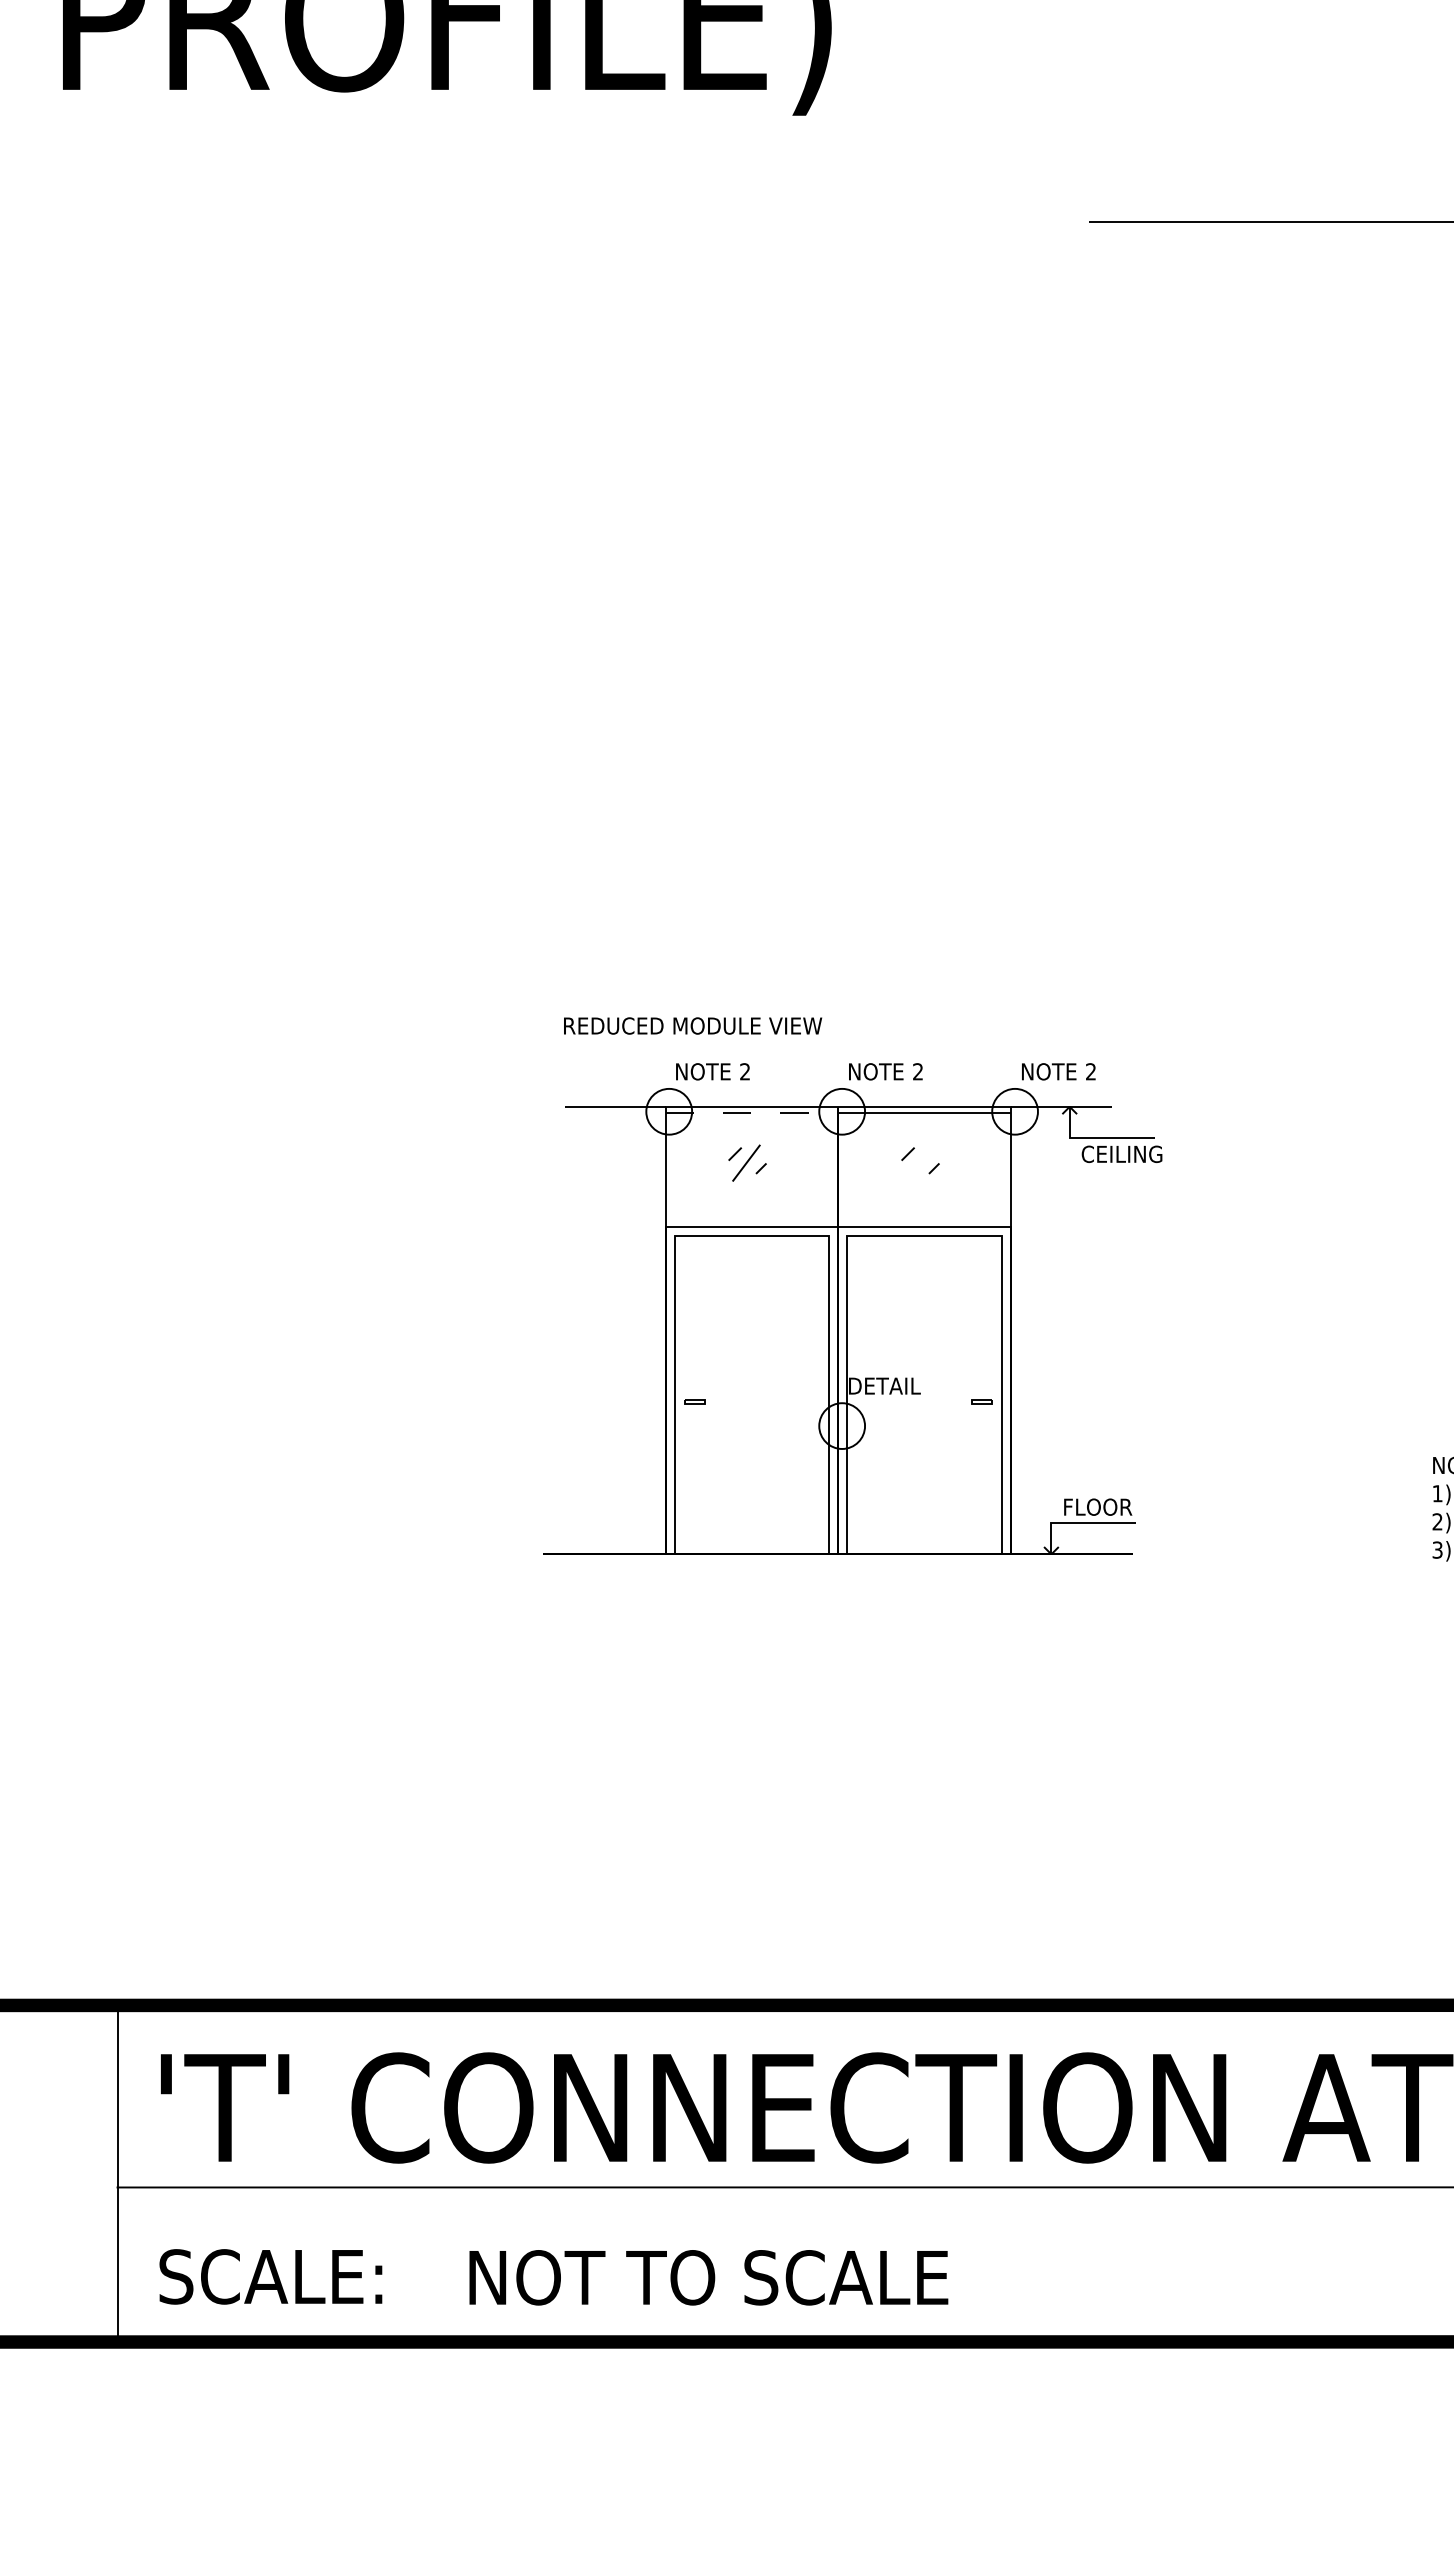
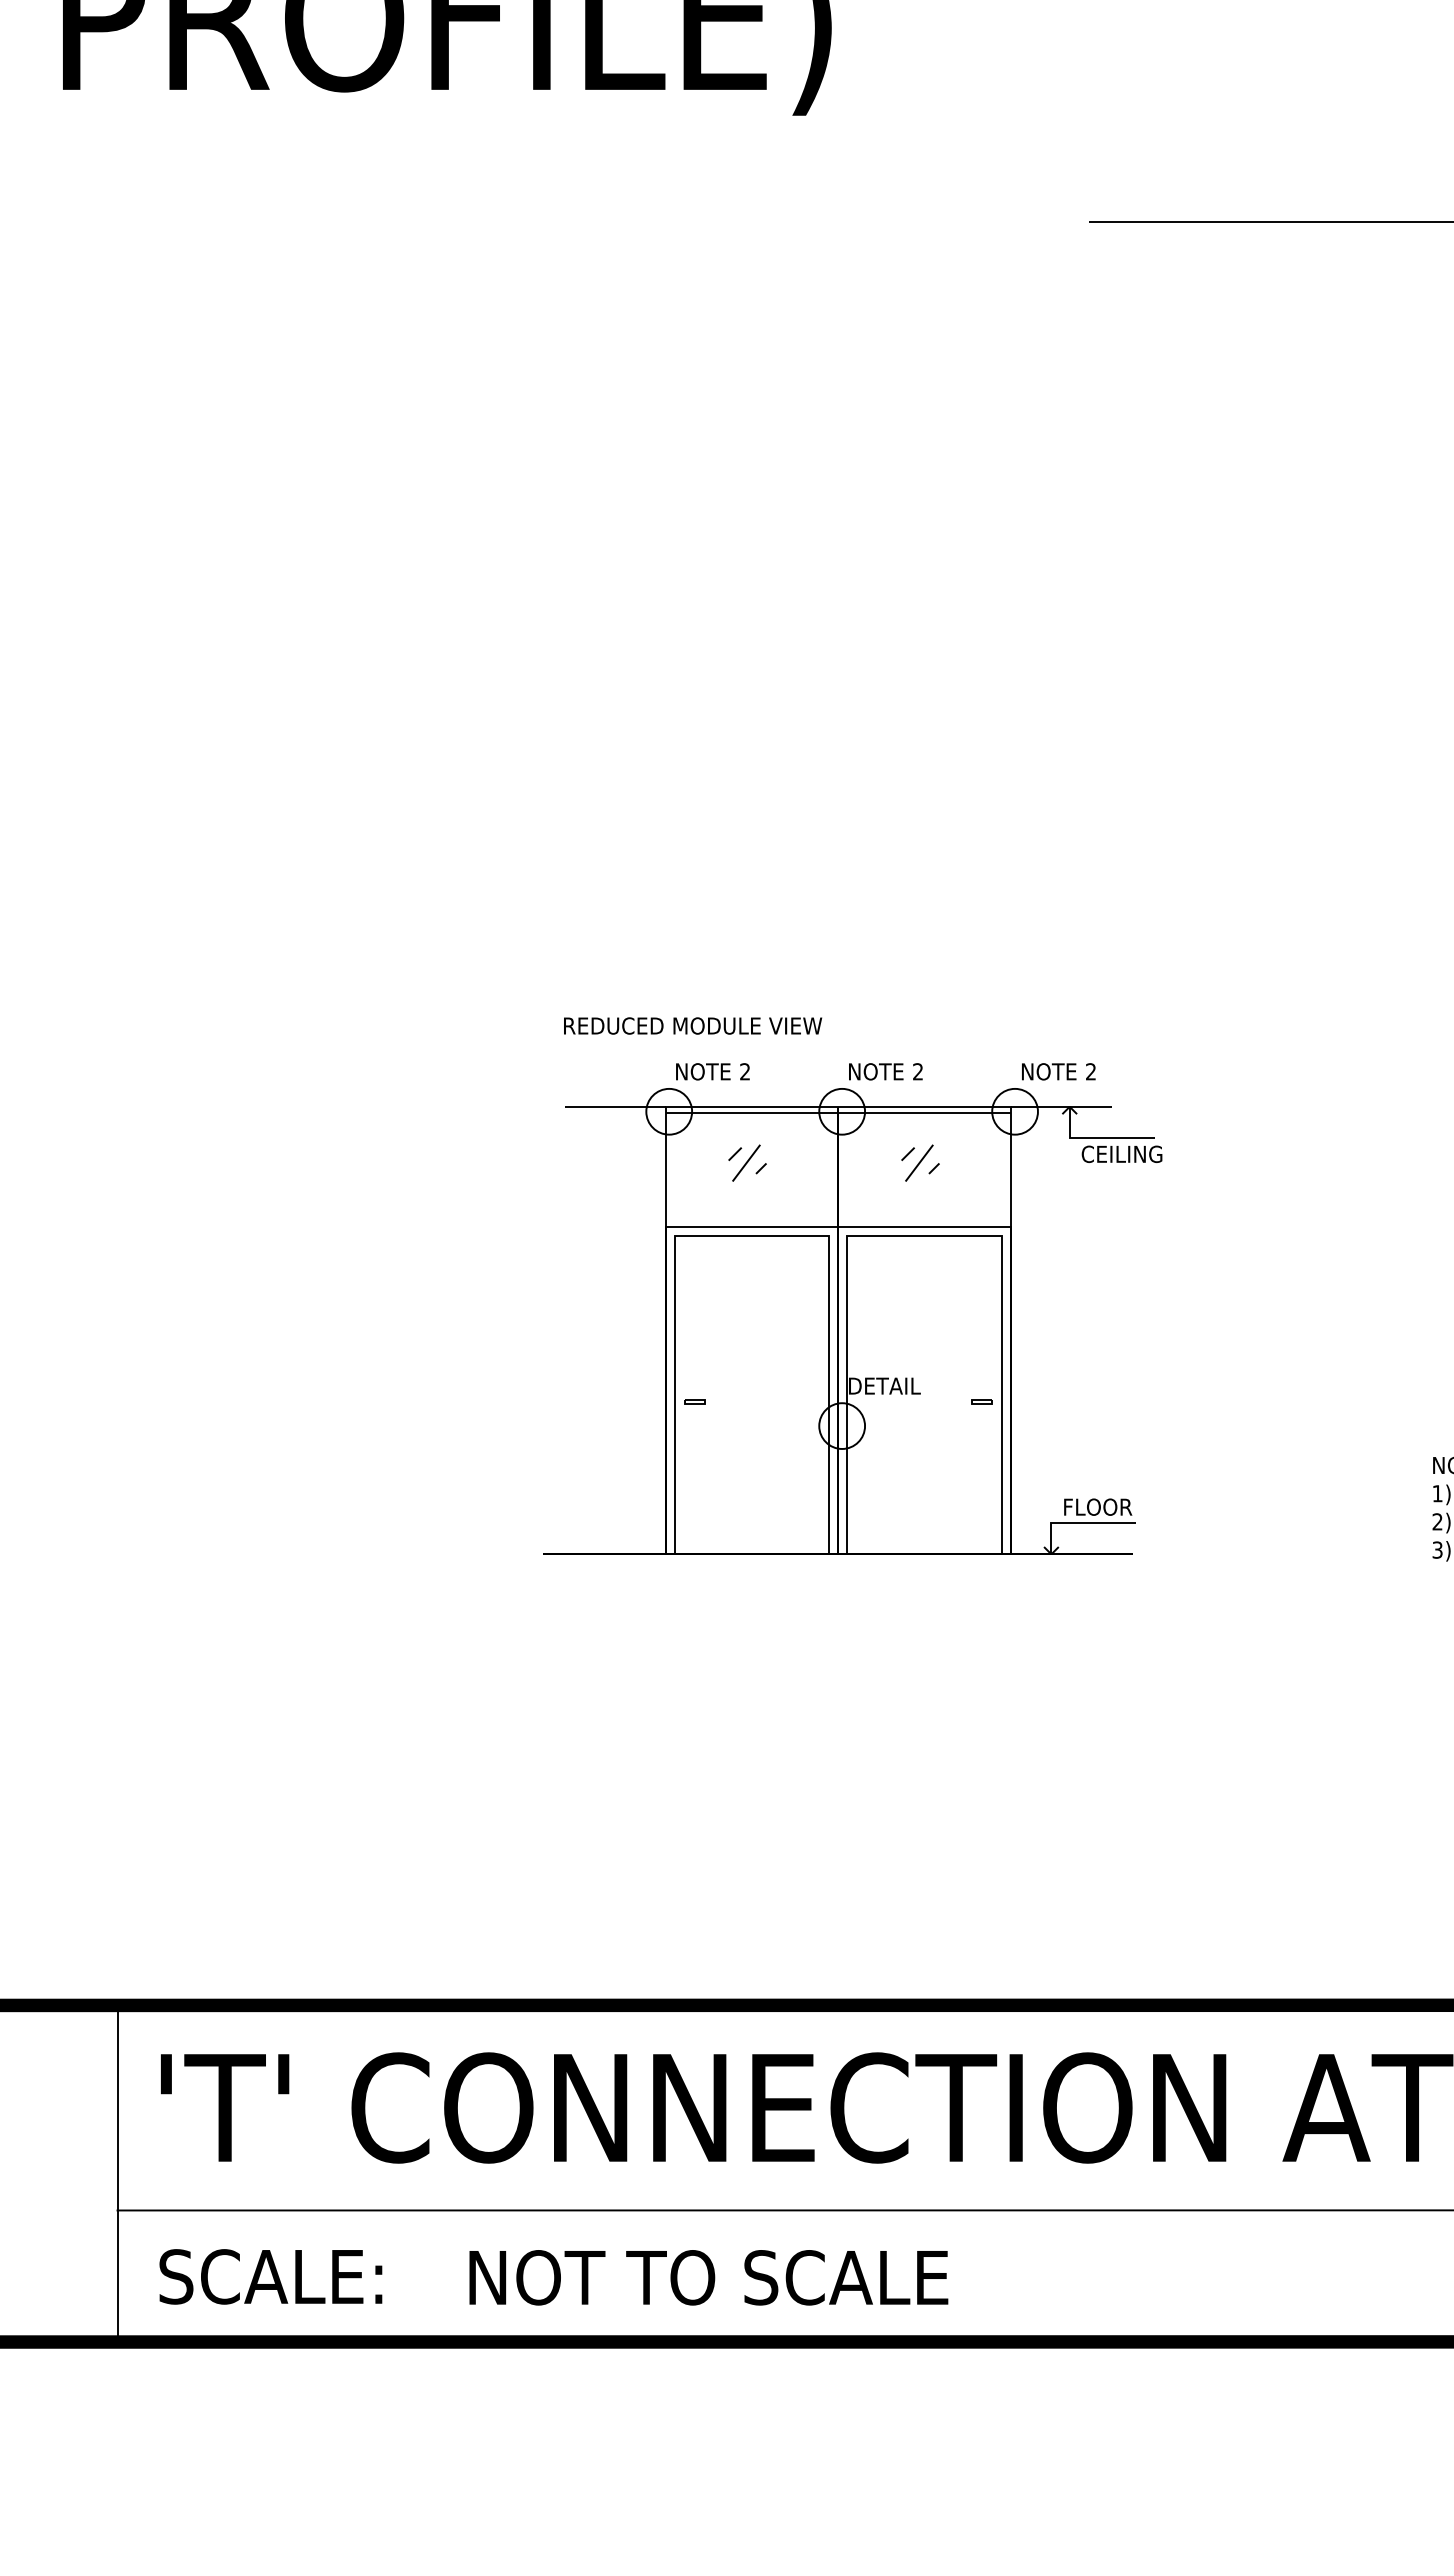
line at (752, 1112): dashed -> solid
line at (919, 1162): none -> present
line at (783, 2187) position: (783, 2187) -> (783, 2210)
